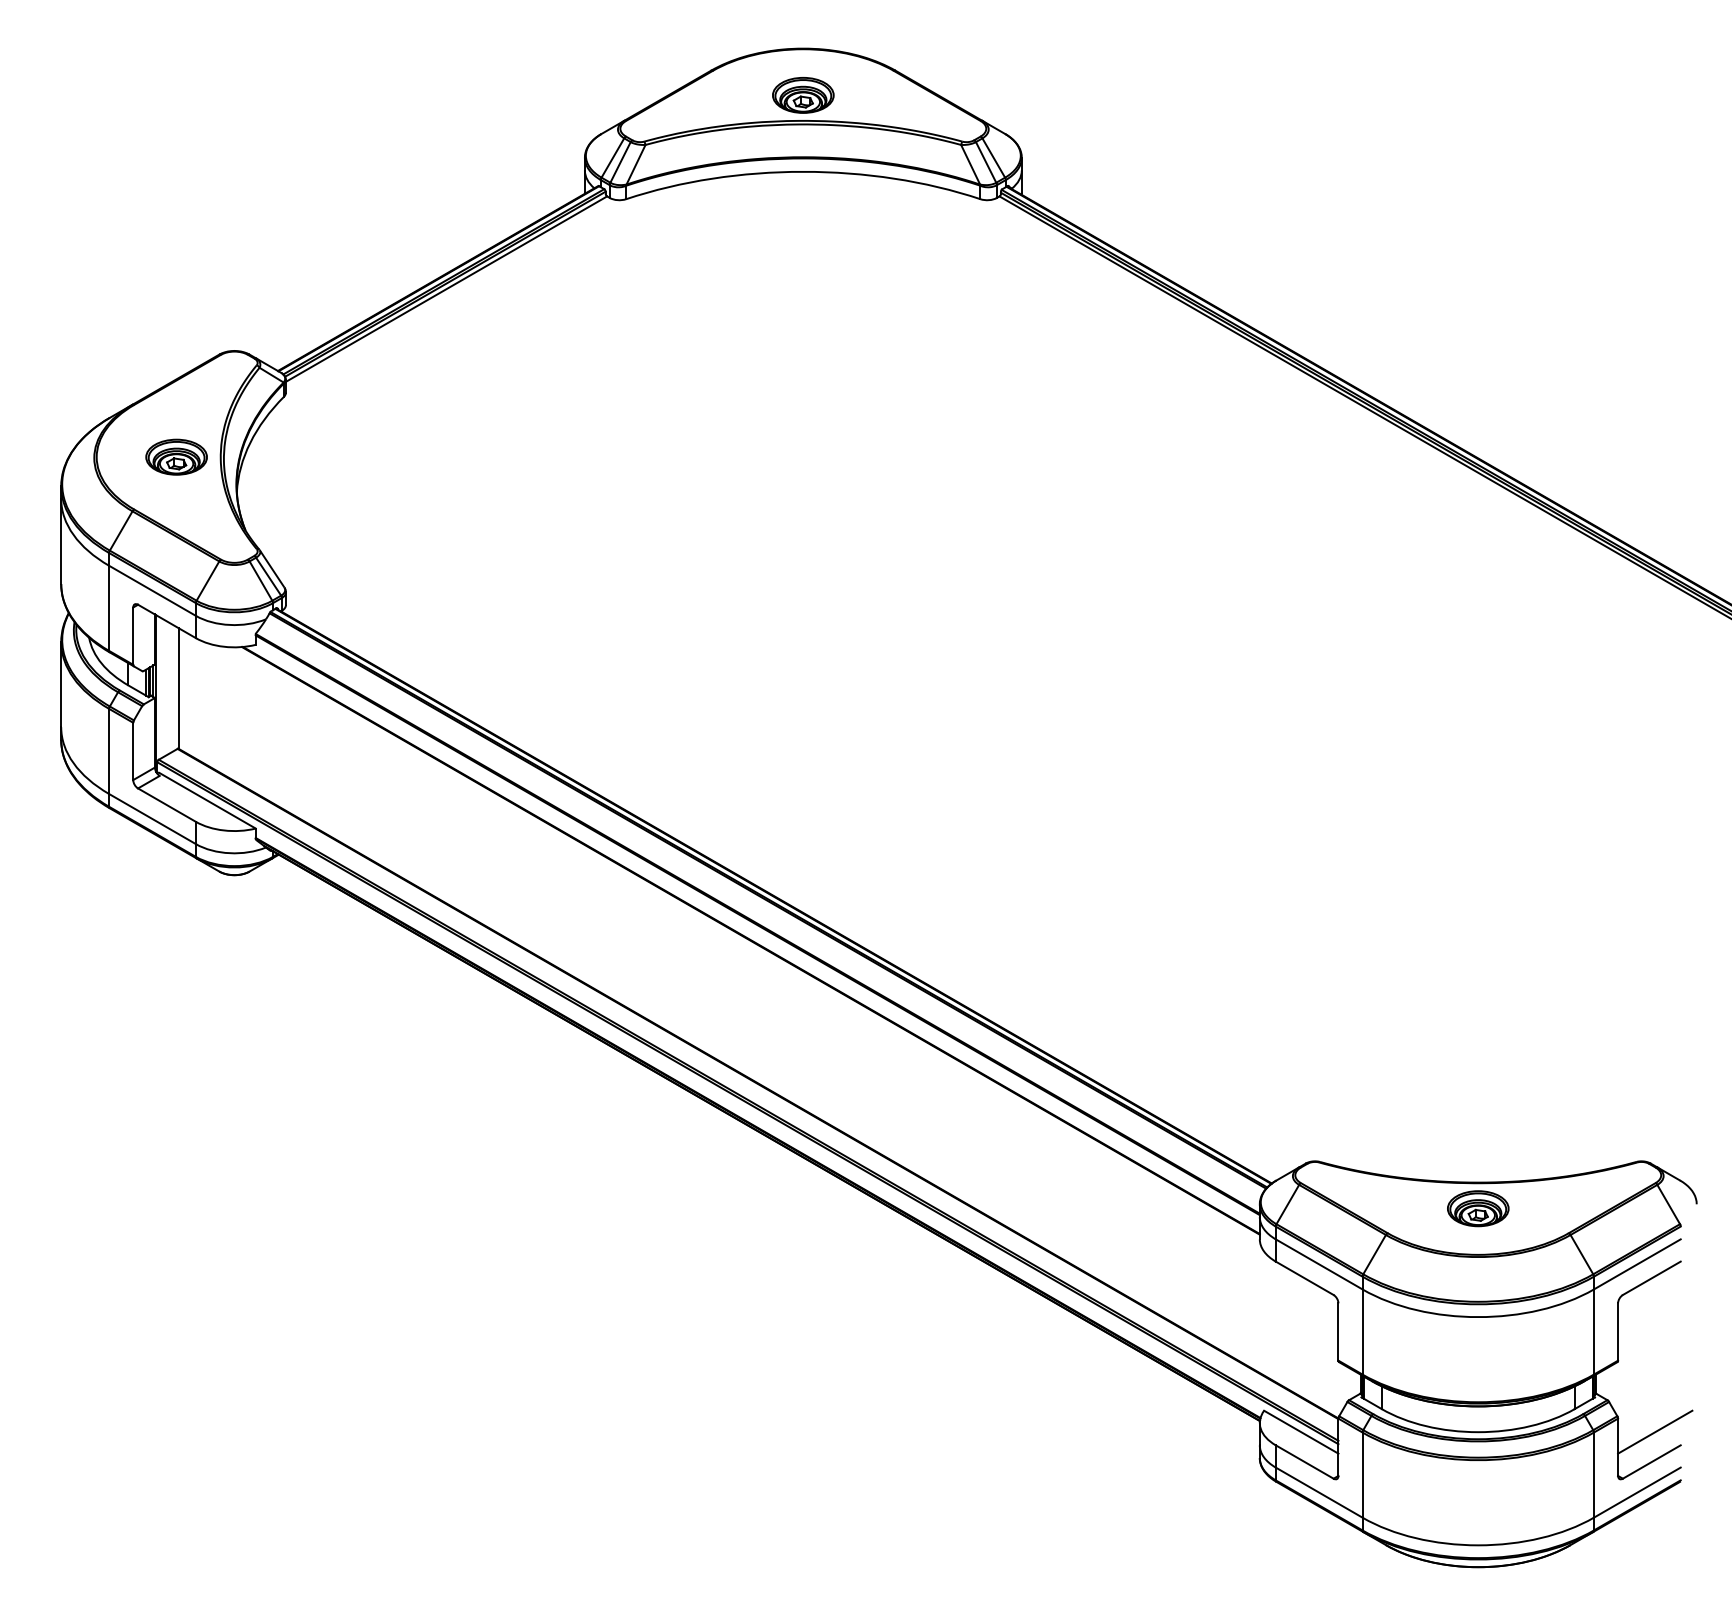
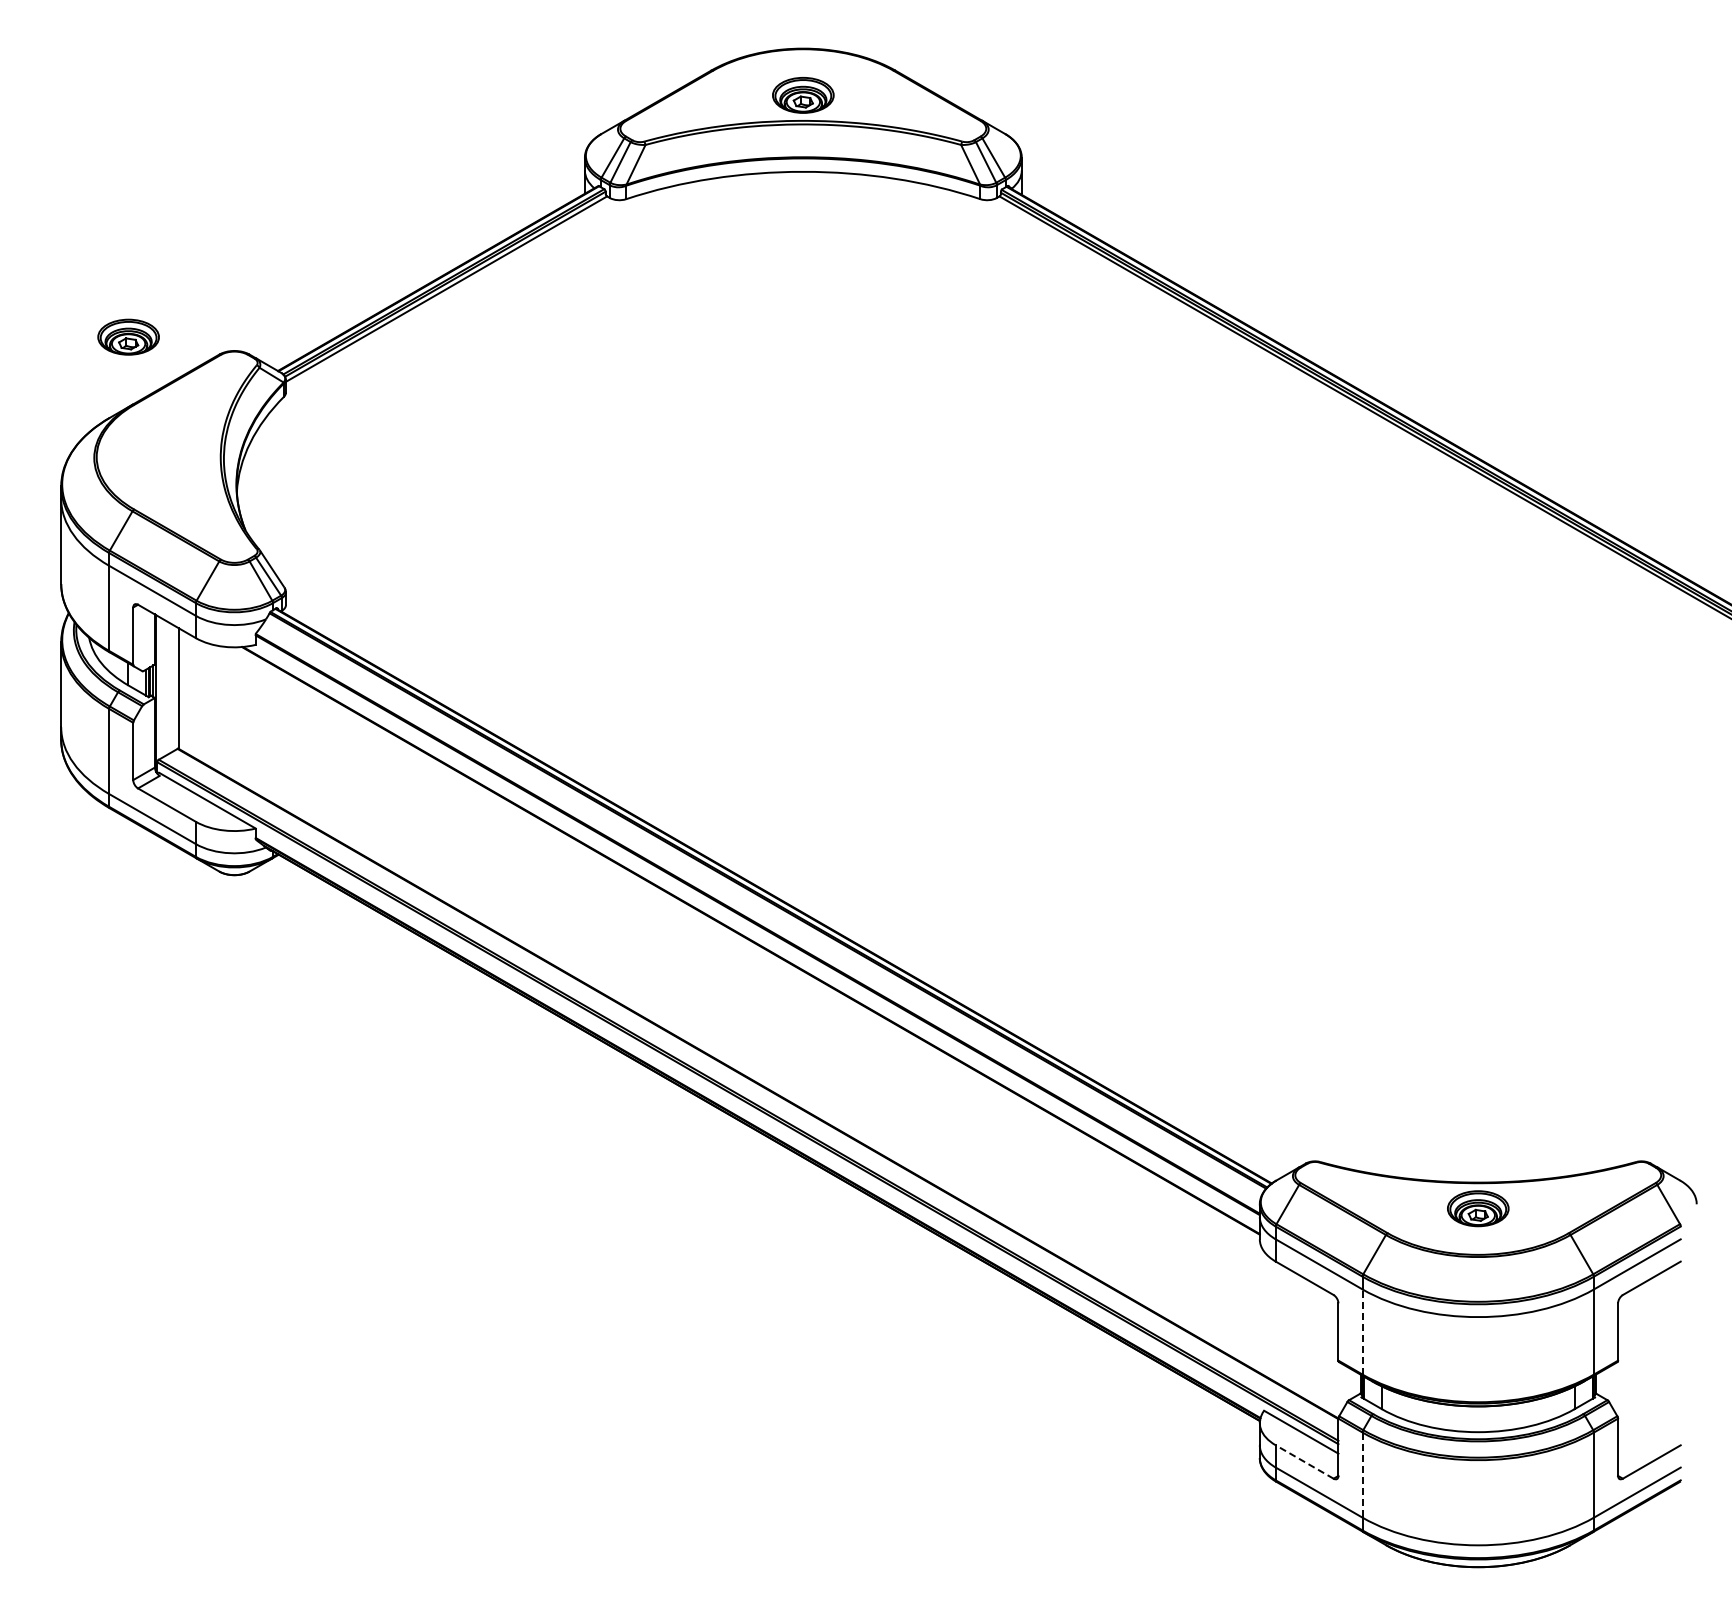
part at (176, 456) position: (176, 456) -> (128, 336)
line at (1362, 1332): solid -> dashed
line at (1655, 1431): present -> none
line at (1304, 1461): solid -> dashed
line at (1362, 1475): solid -> dashed
